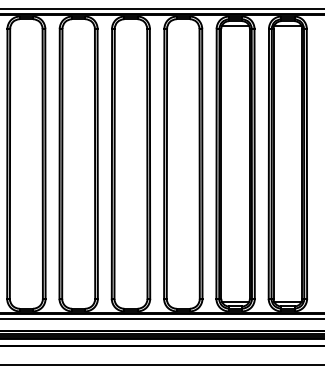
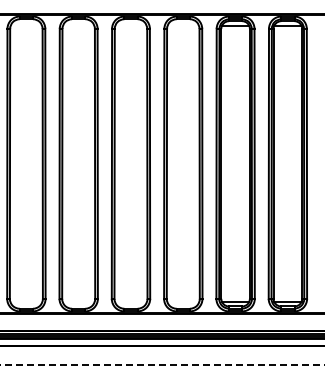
line at (161, 8): present -> none
line at (161, 318): present -> none
line at (162, 365): solid -> dashed
